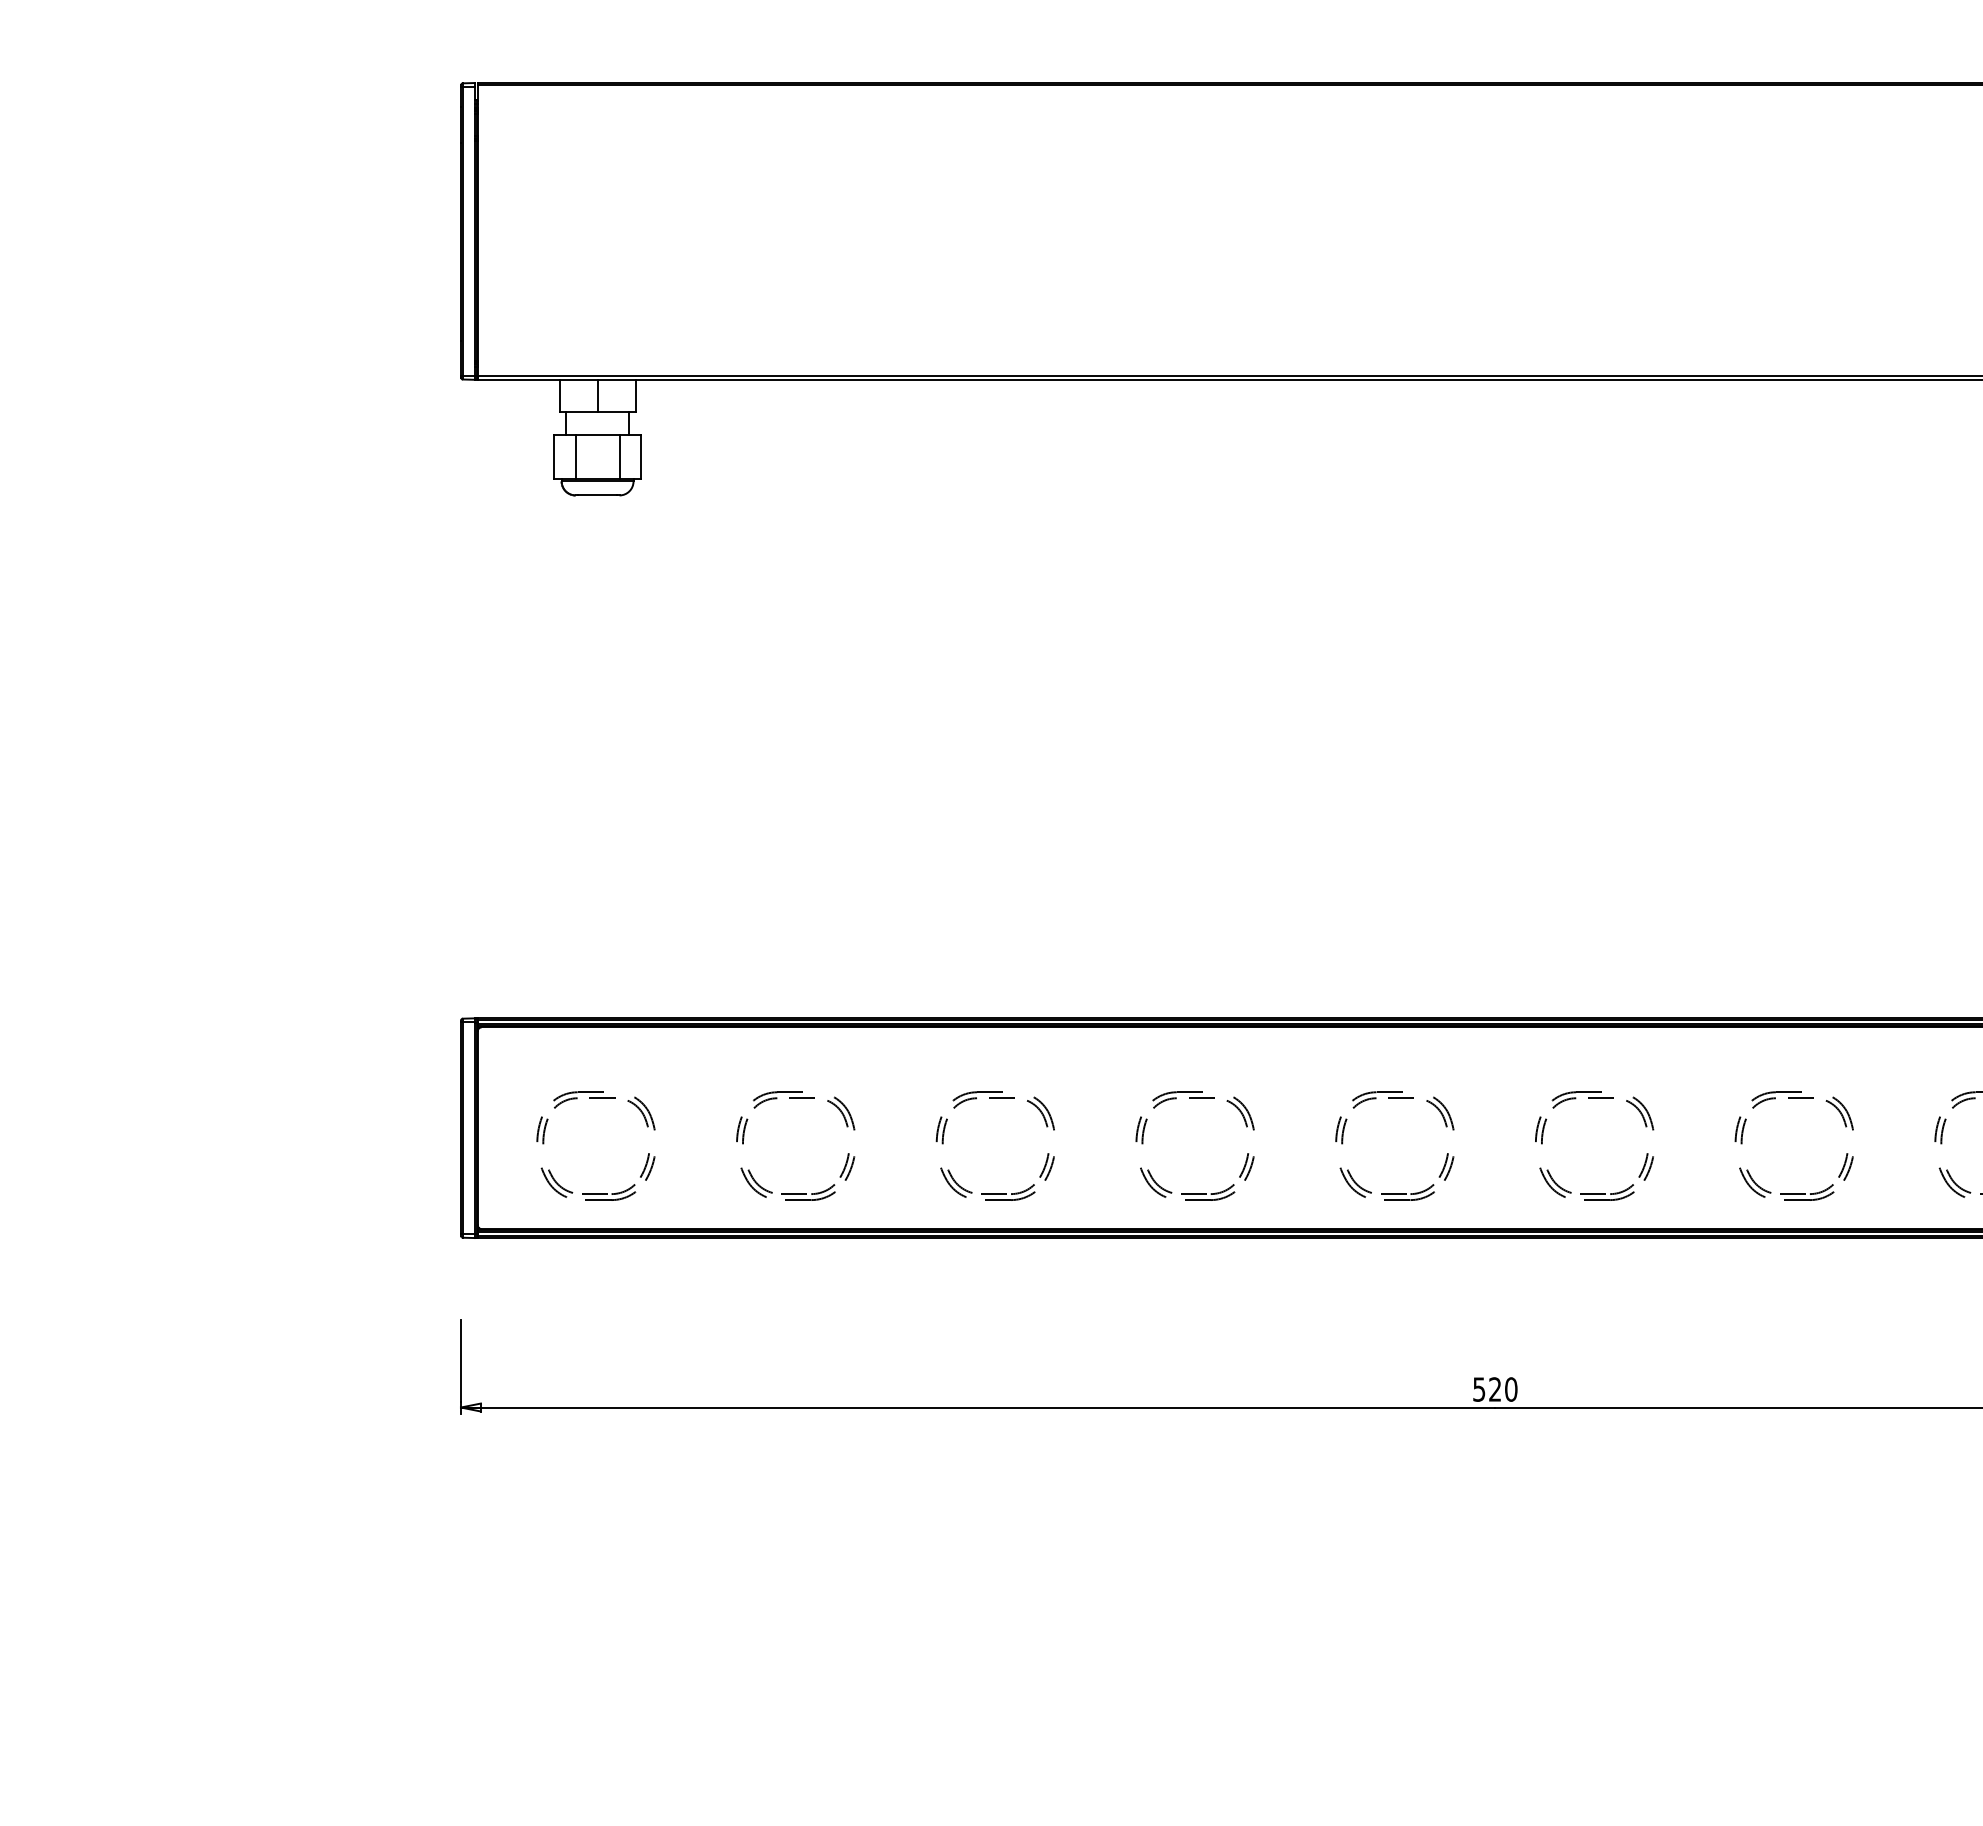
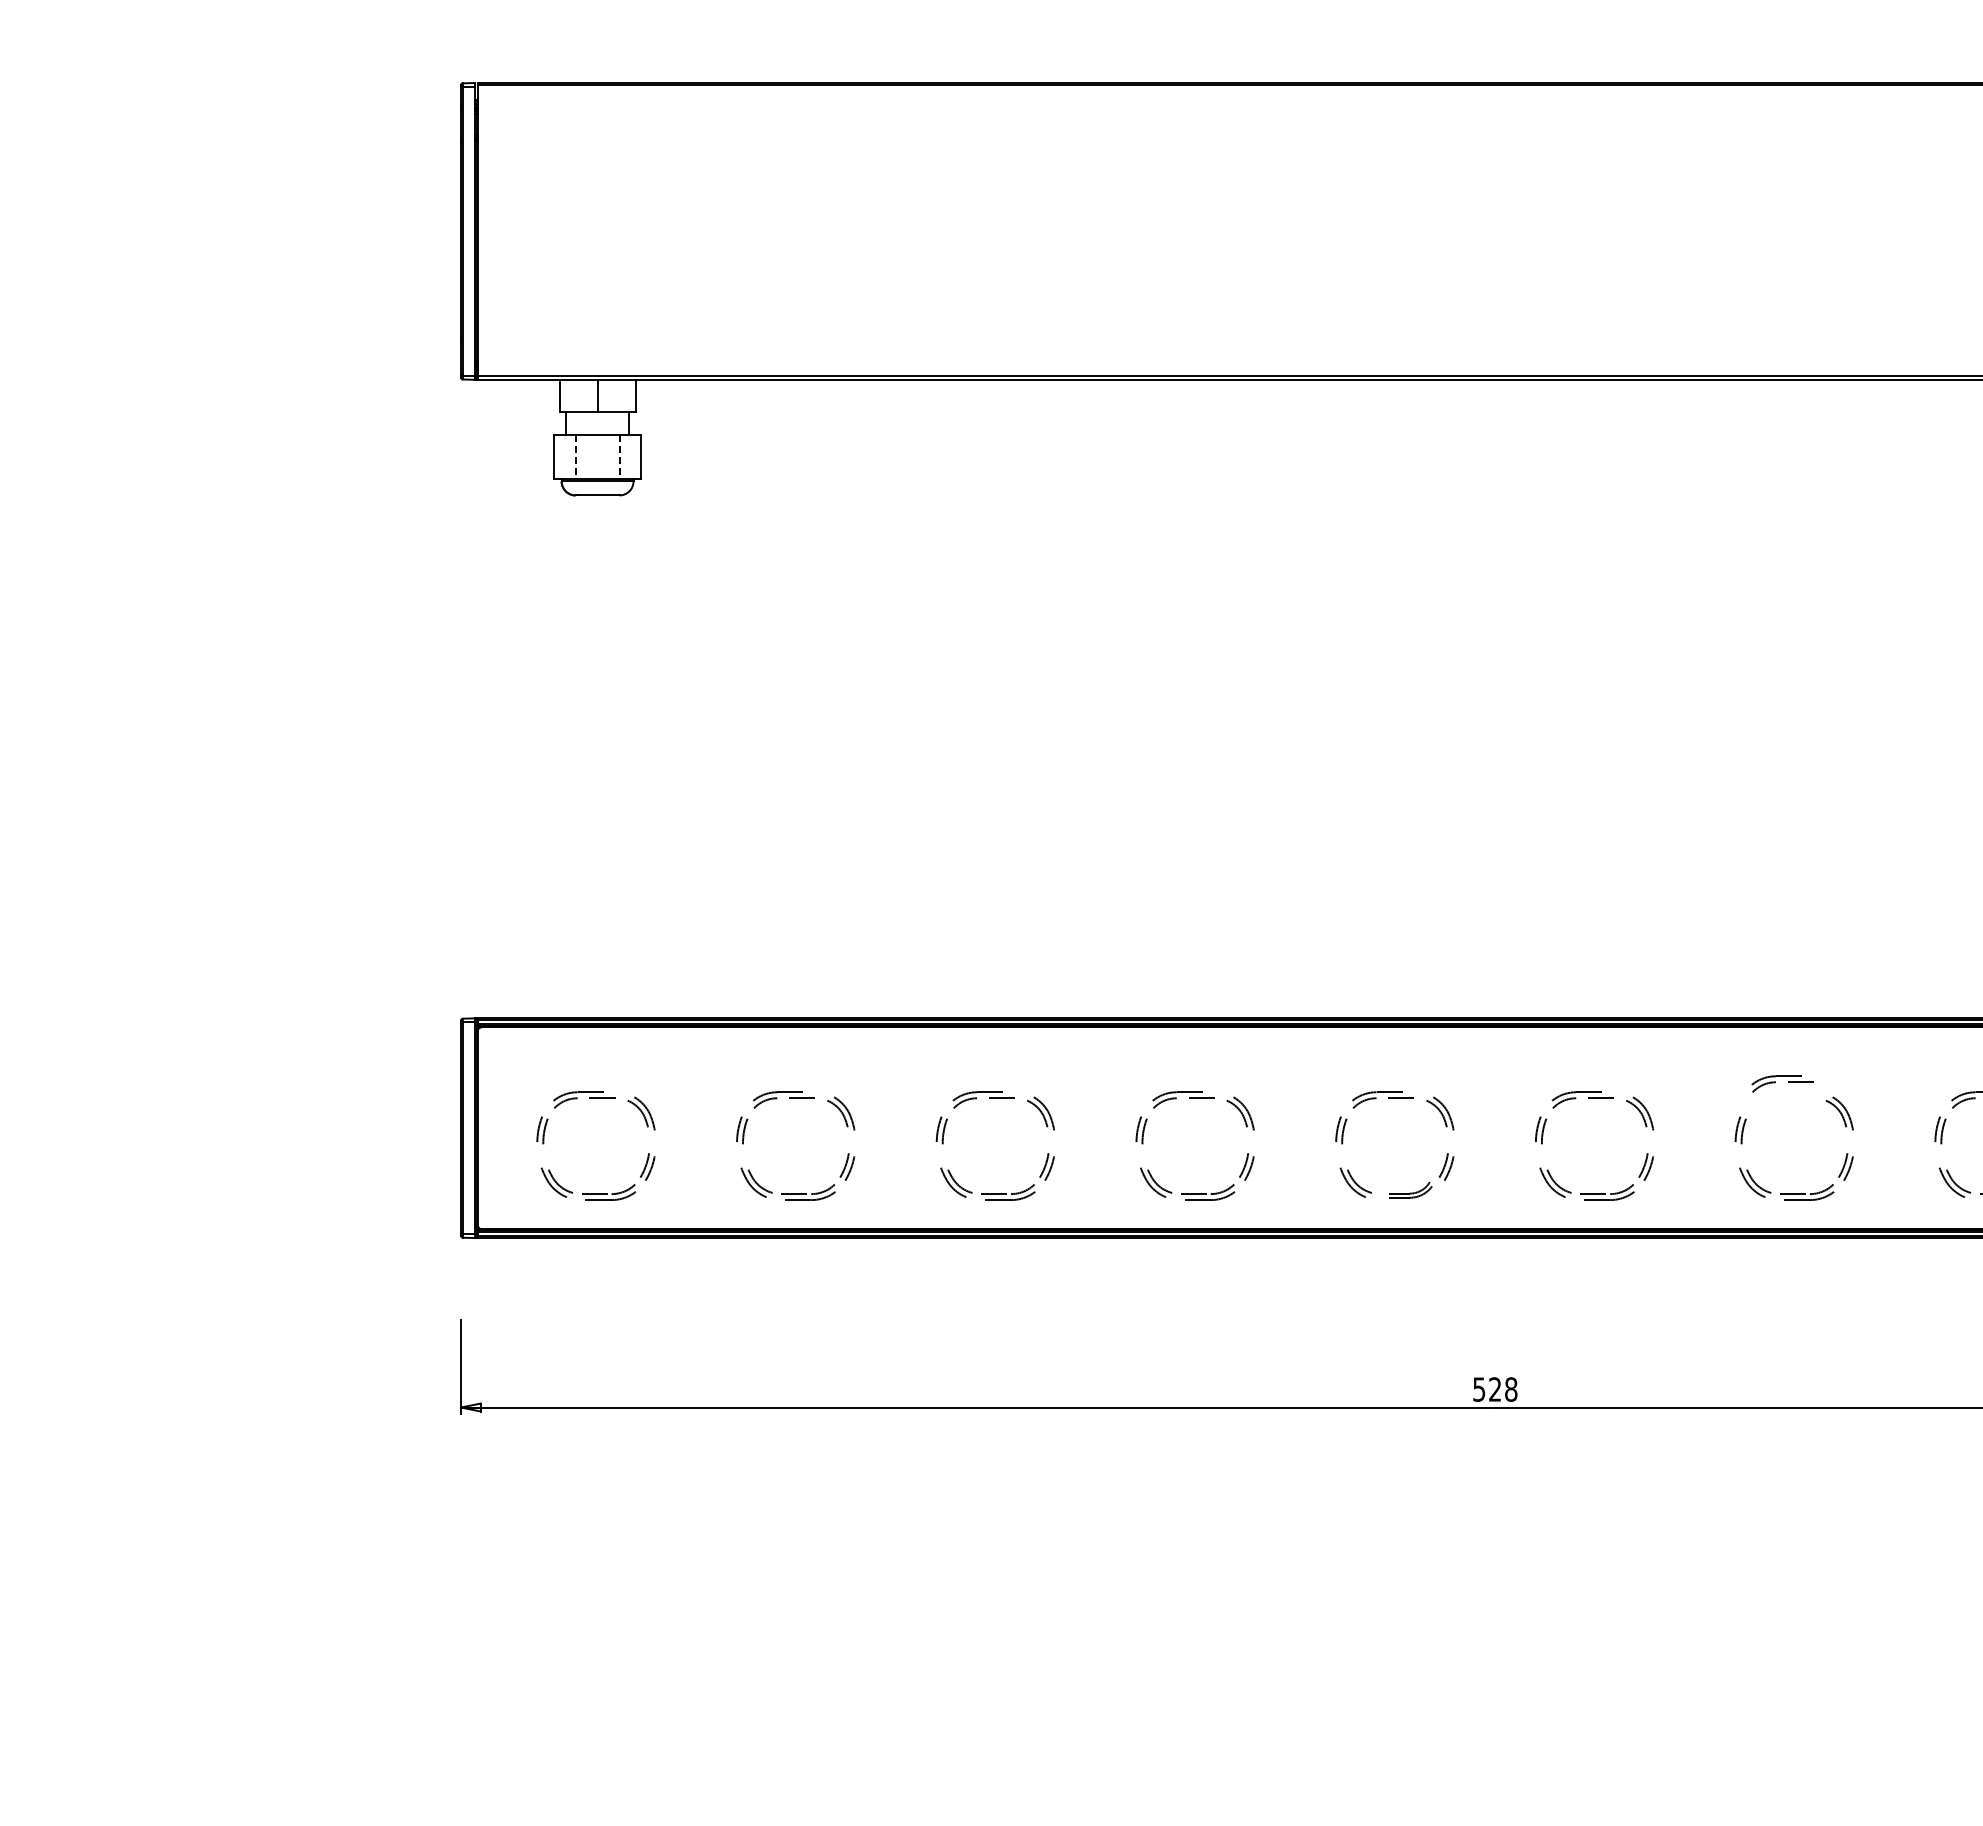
line at (575, 456): solid -> dashed
line at (619, 456): solid -> dashed
part at (1788, 1098) position: (1788, 1098) -> (1788, 1082)
part at (1407, 1192) size: 54x17 px -> 44x18 px
text at (1511, 1389): 520 -> 528
